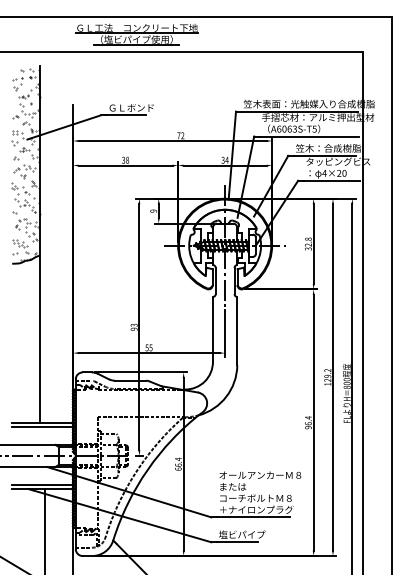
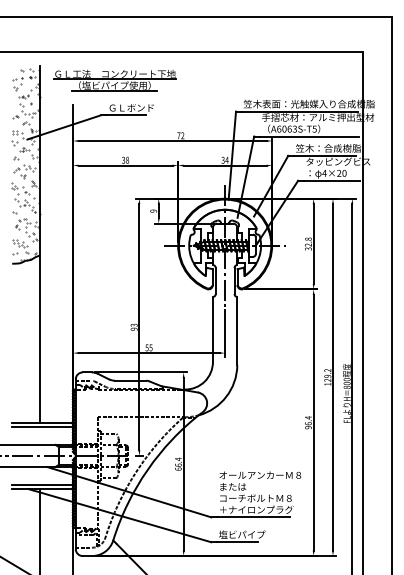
part at (136, 34) position: (136, 34) -> (114, 80)
line at (44, 530) position: (44, 530) -> (39, 530)
